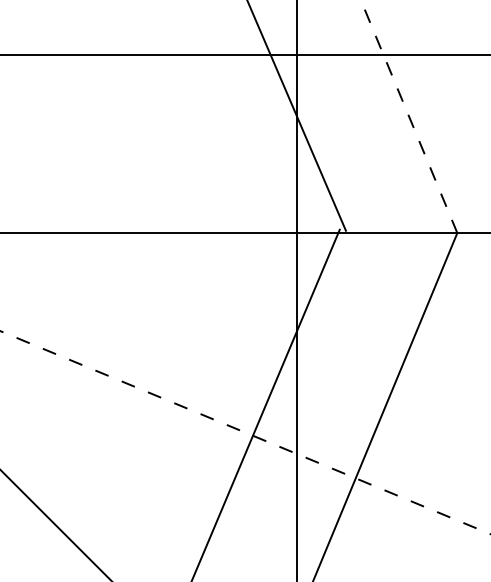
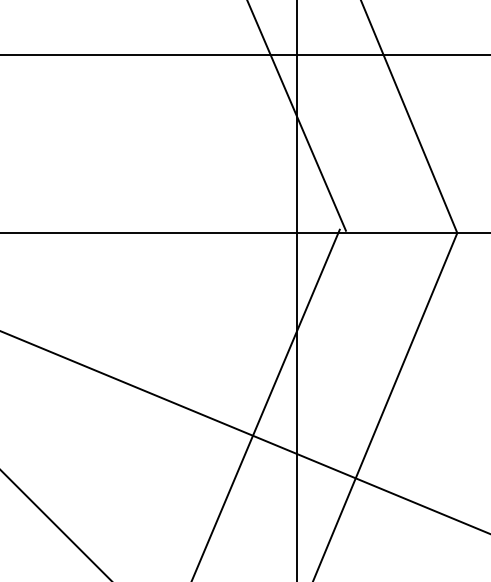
line at (409, 116): dashed -> solid
line at (244, 432): dashed -> solid
